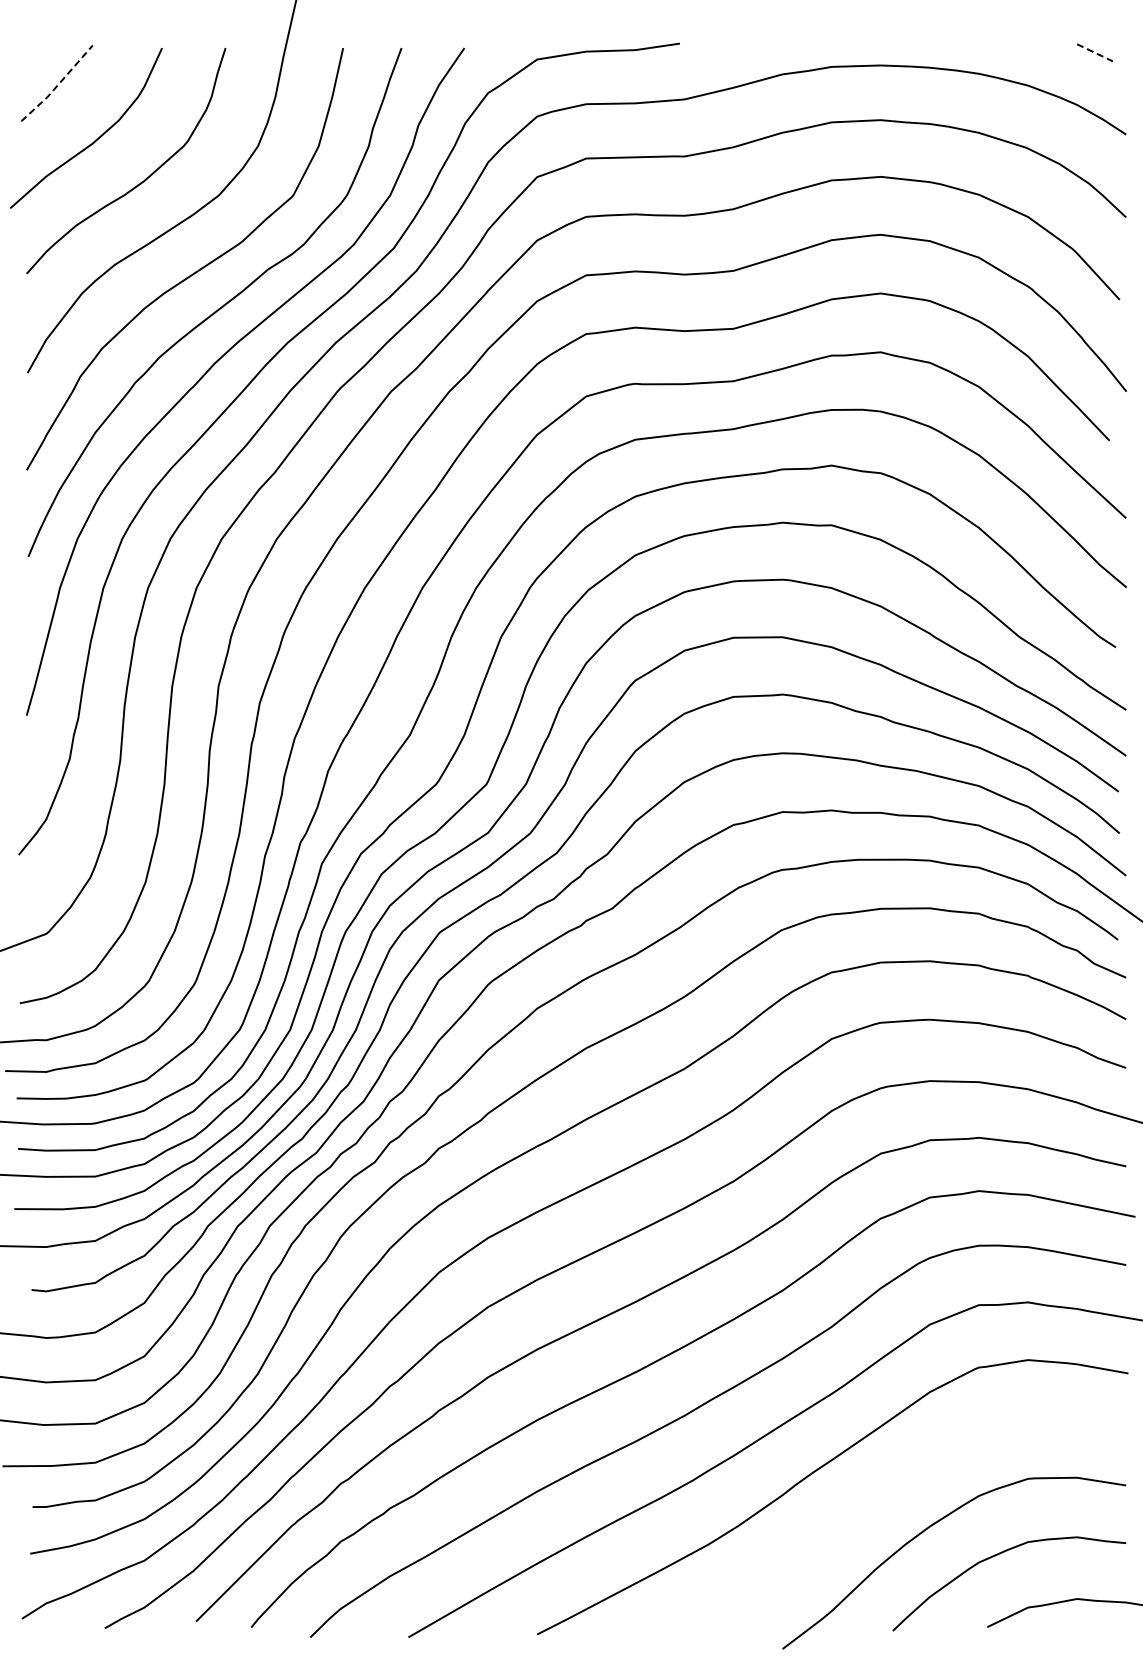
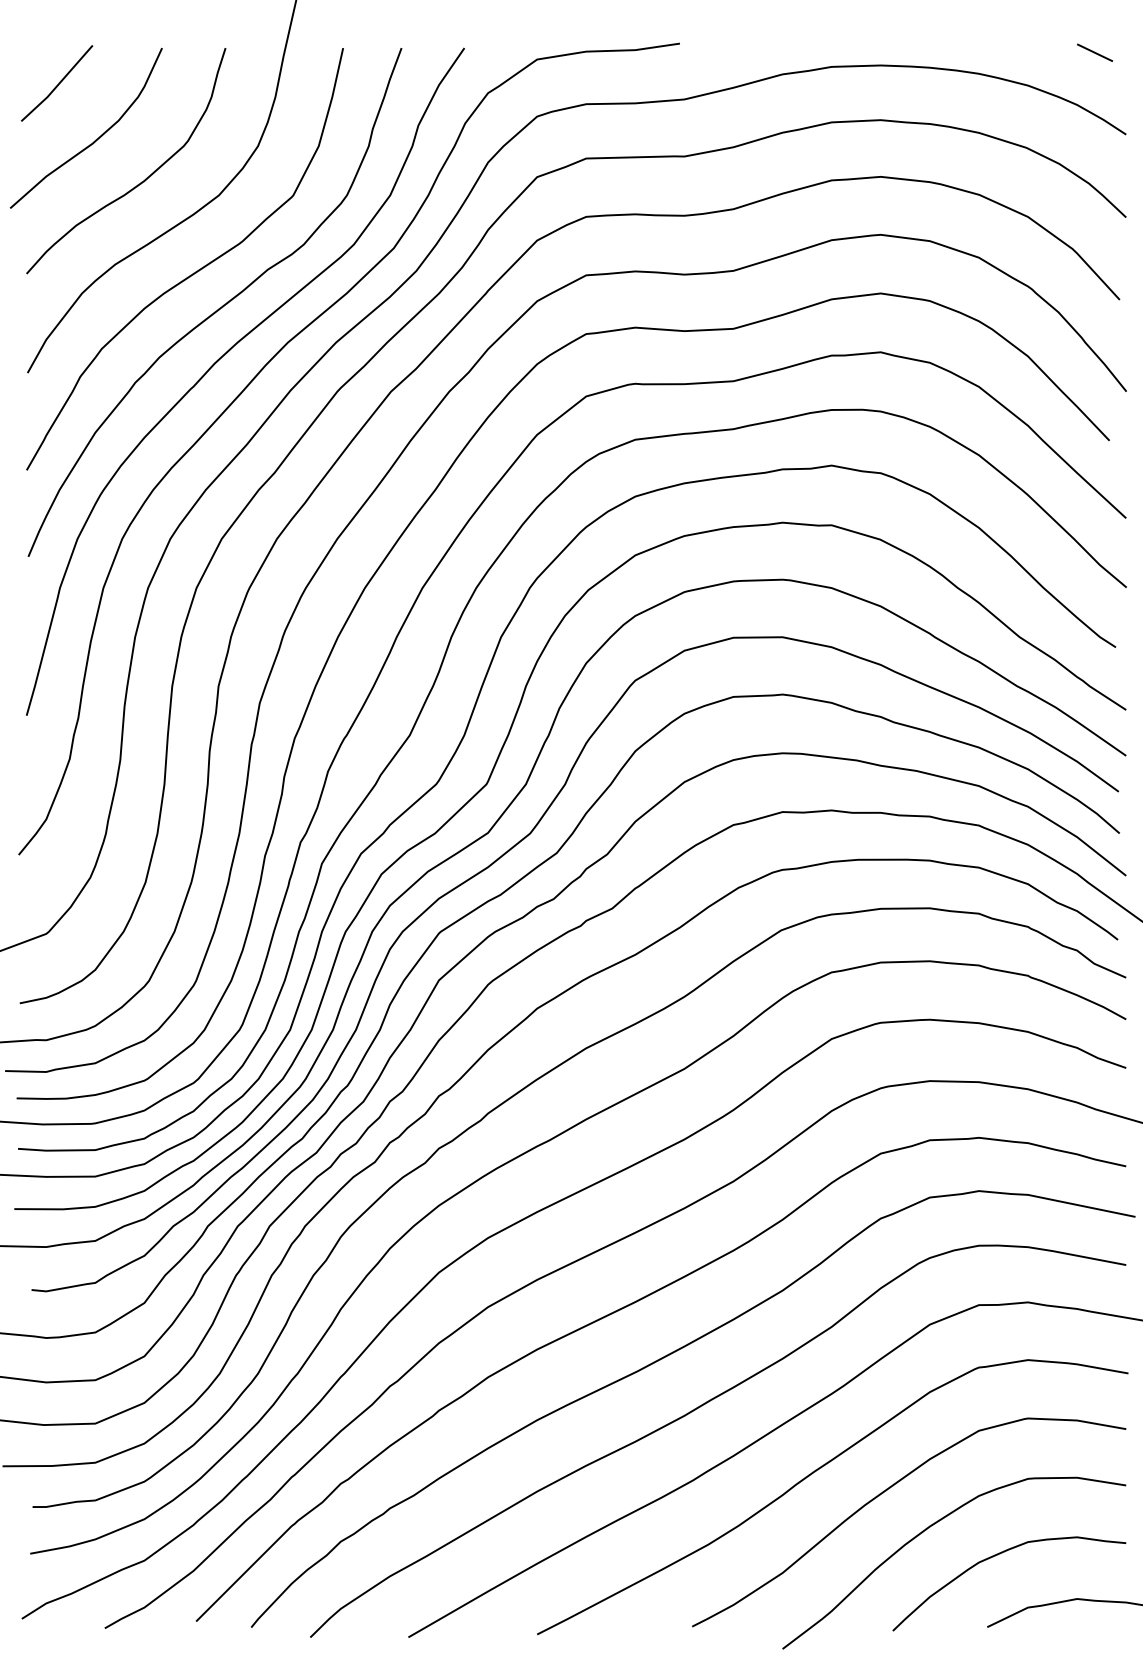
line at (1095, 52): dashed -> solid
line at (57, 85): dashed -> solid
curve at (886, 1491): none -> present
